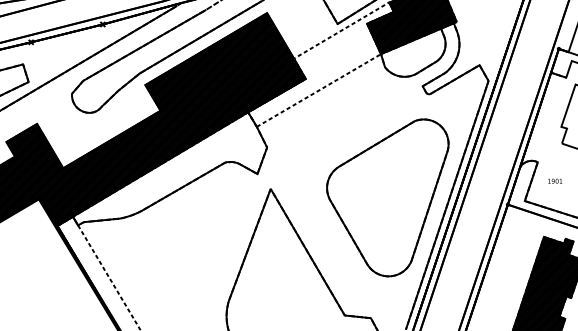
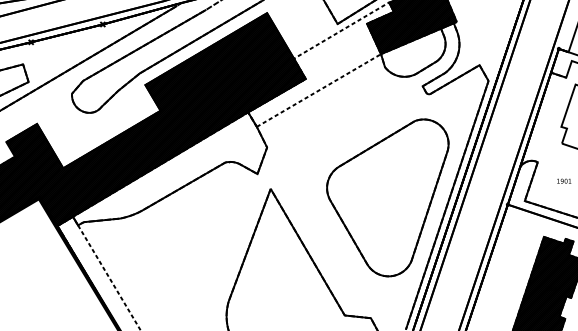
text at (555, 180) position: (555, 180) -> (564, 180)
